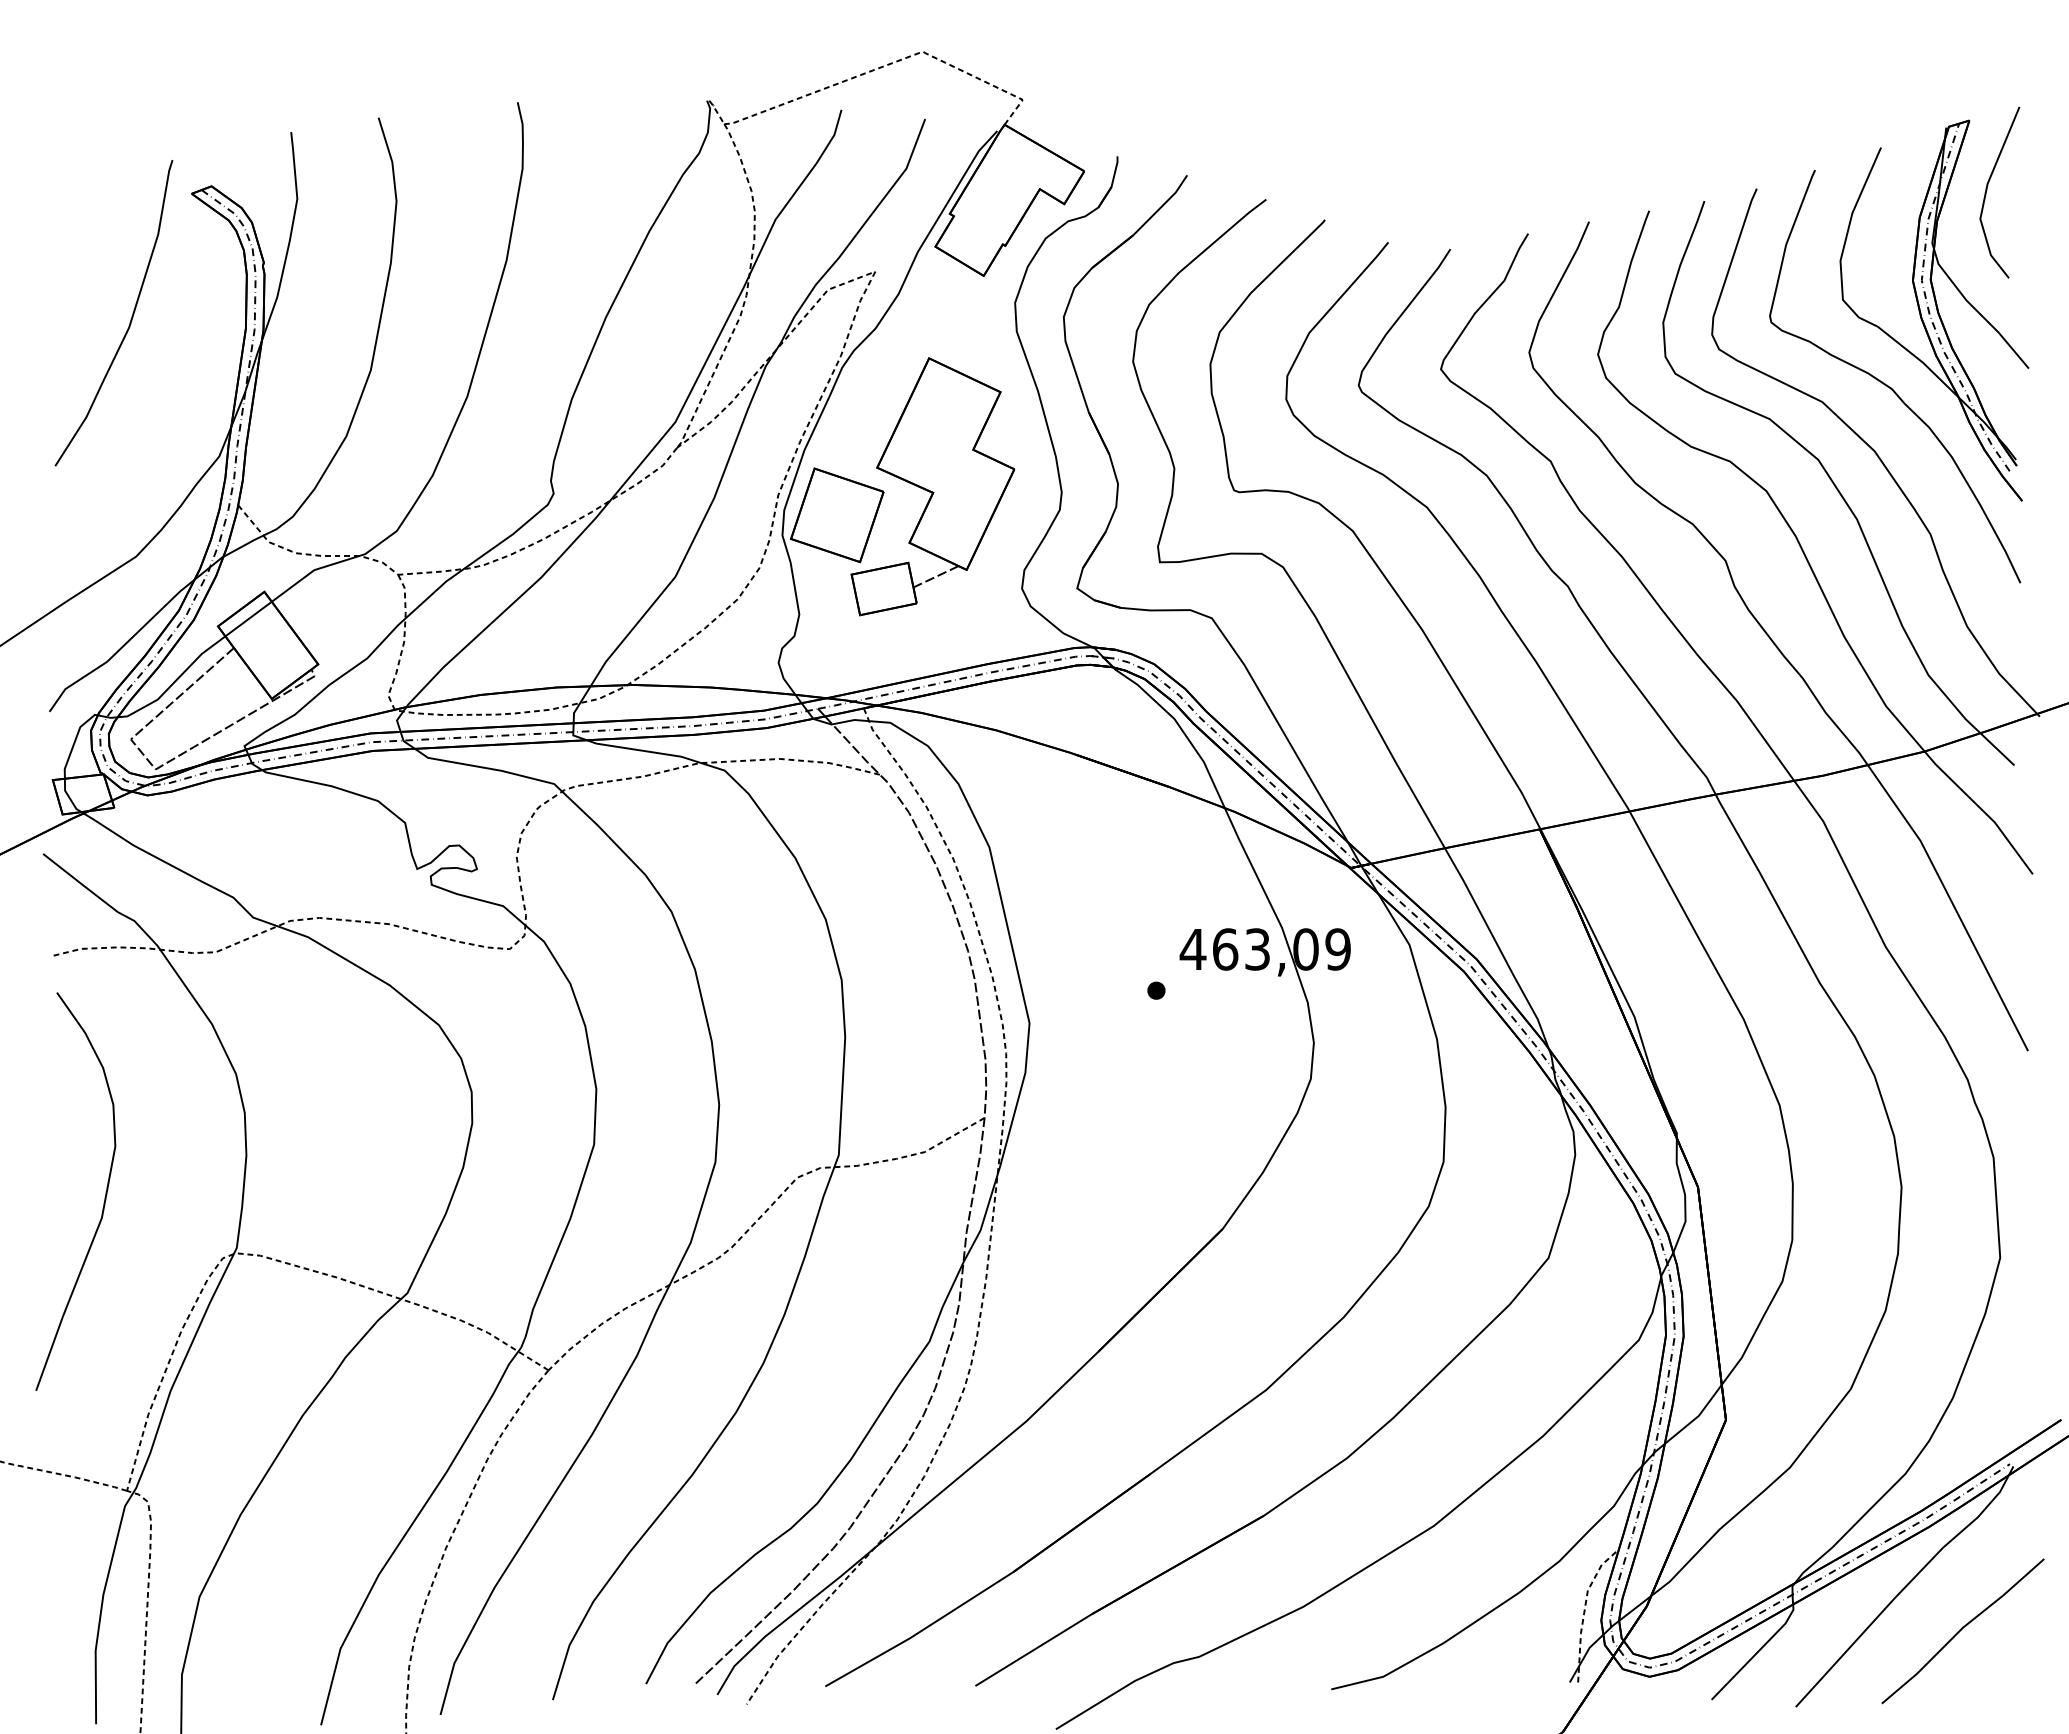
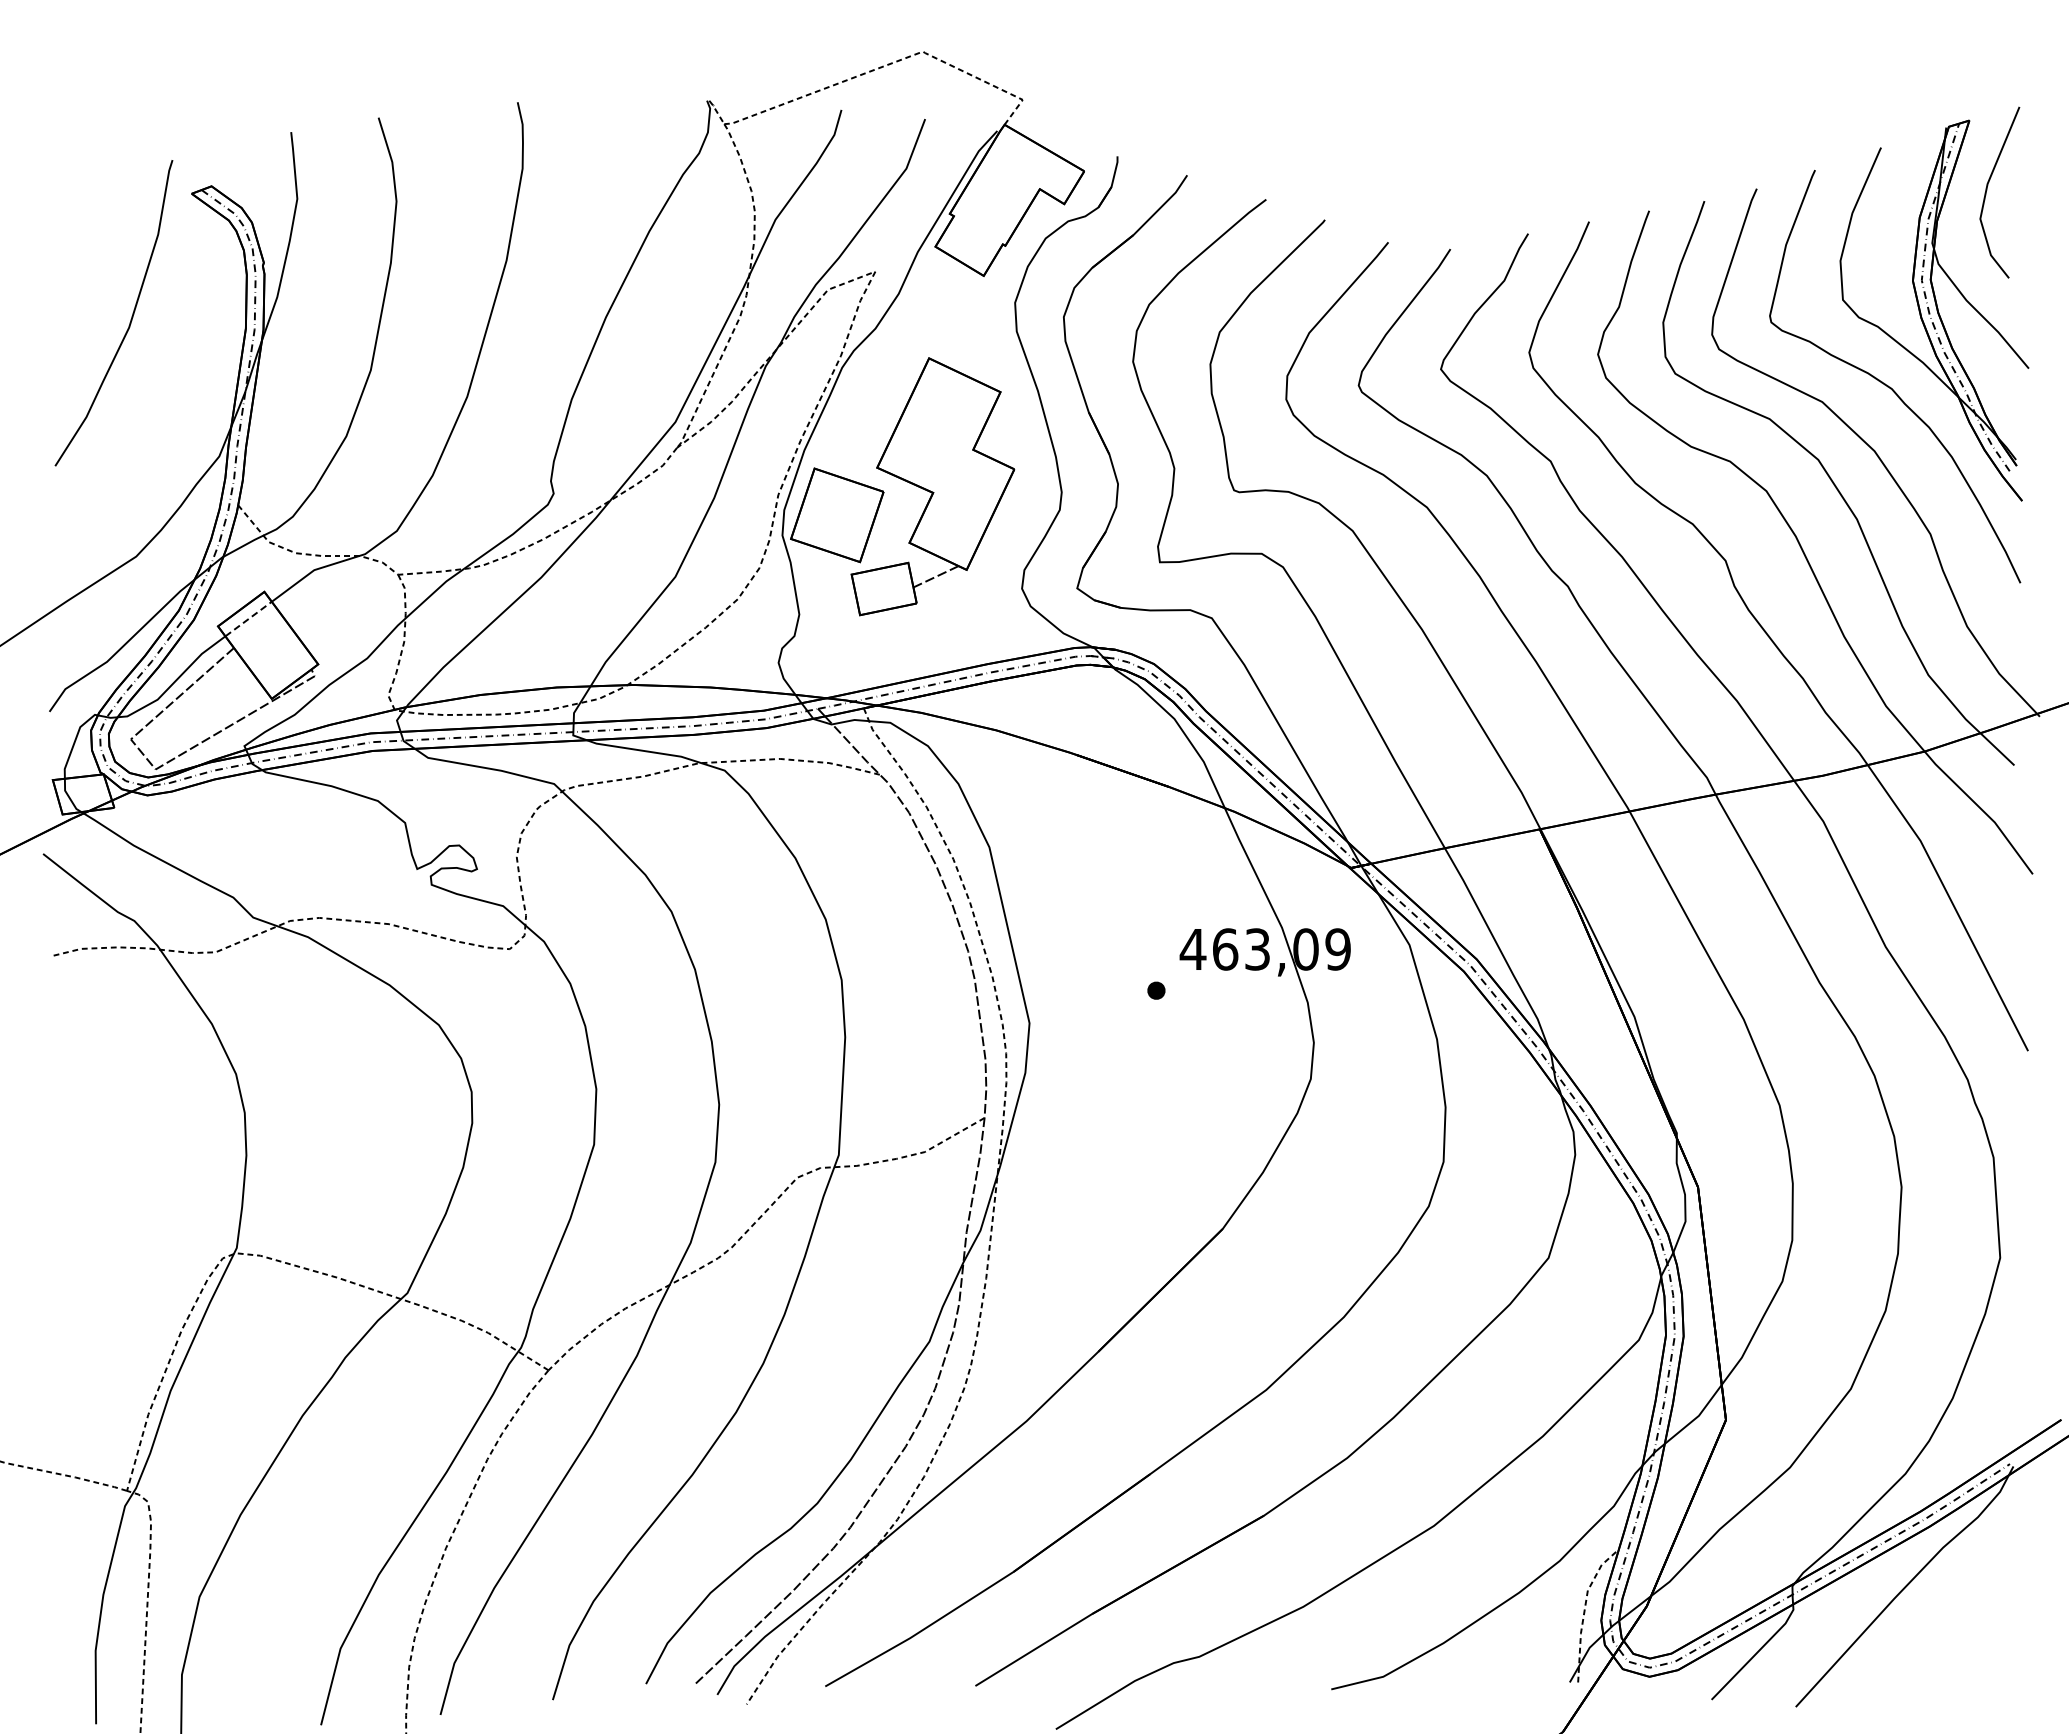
line at (248, 619): solid -> dashed
curve at (104, 1197): present -> none
line at (1961, 1630): present -> none
